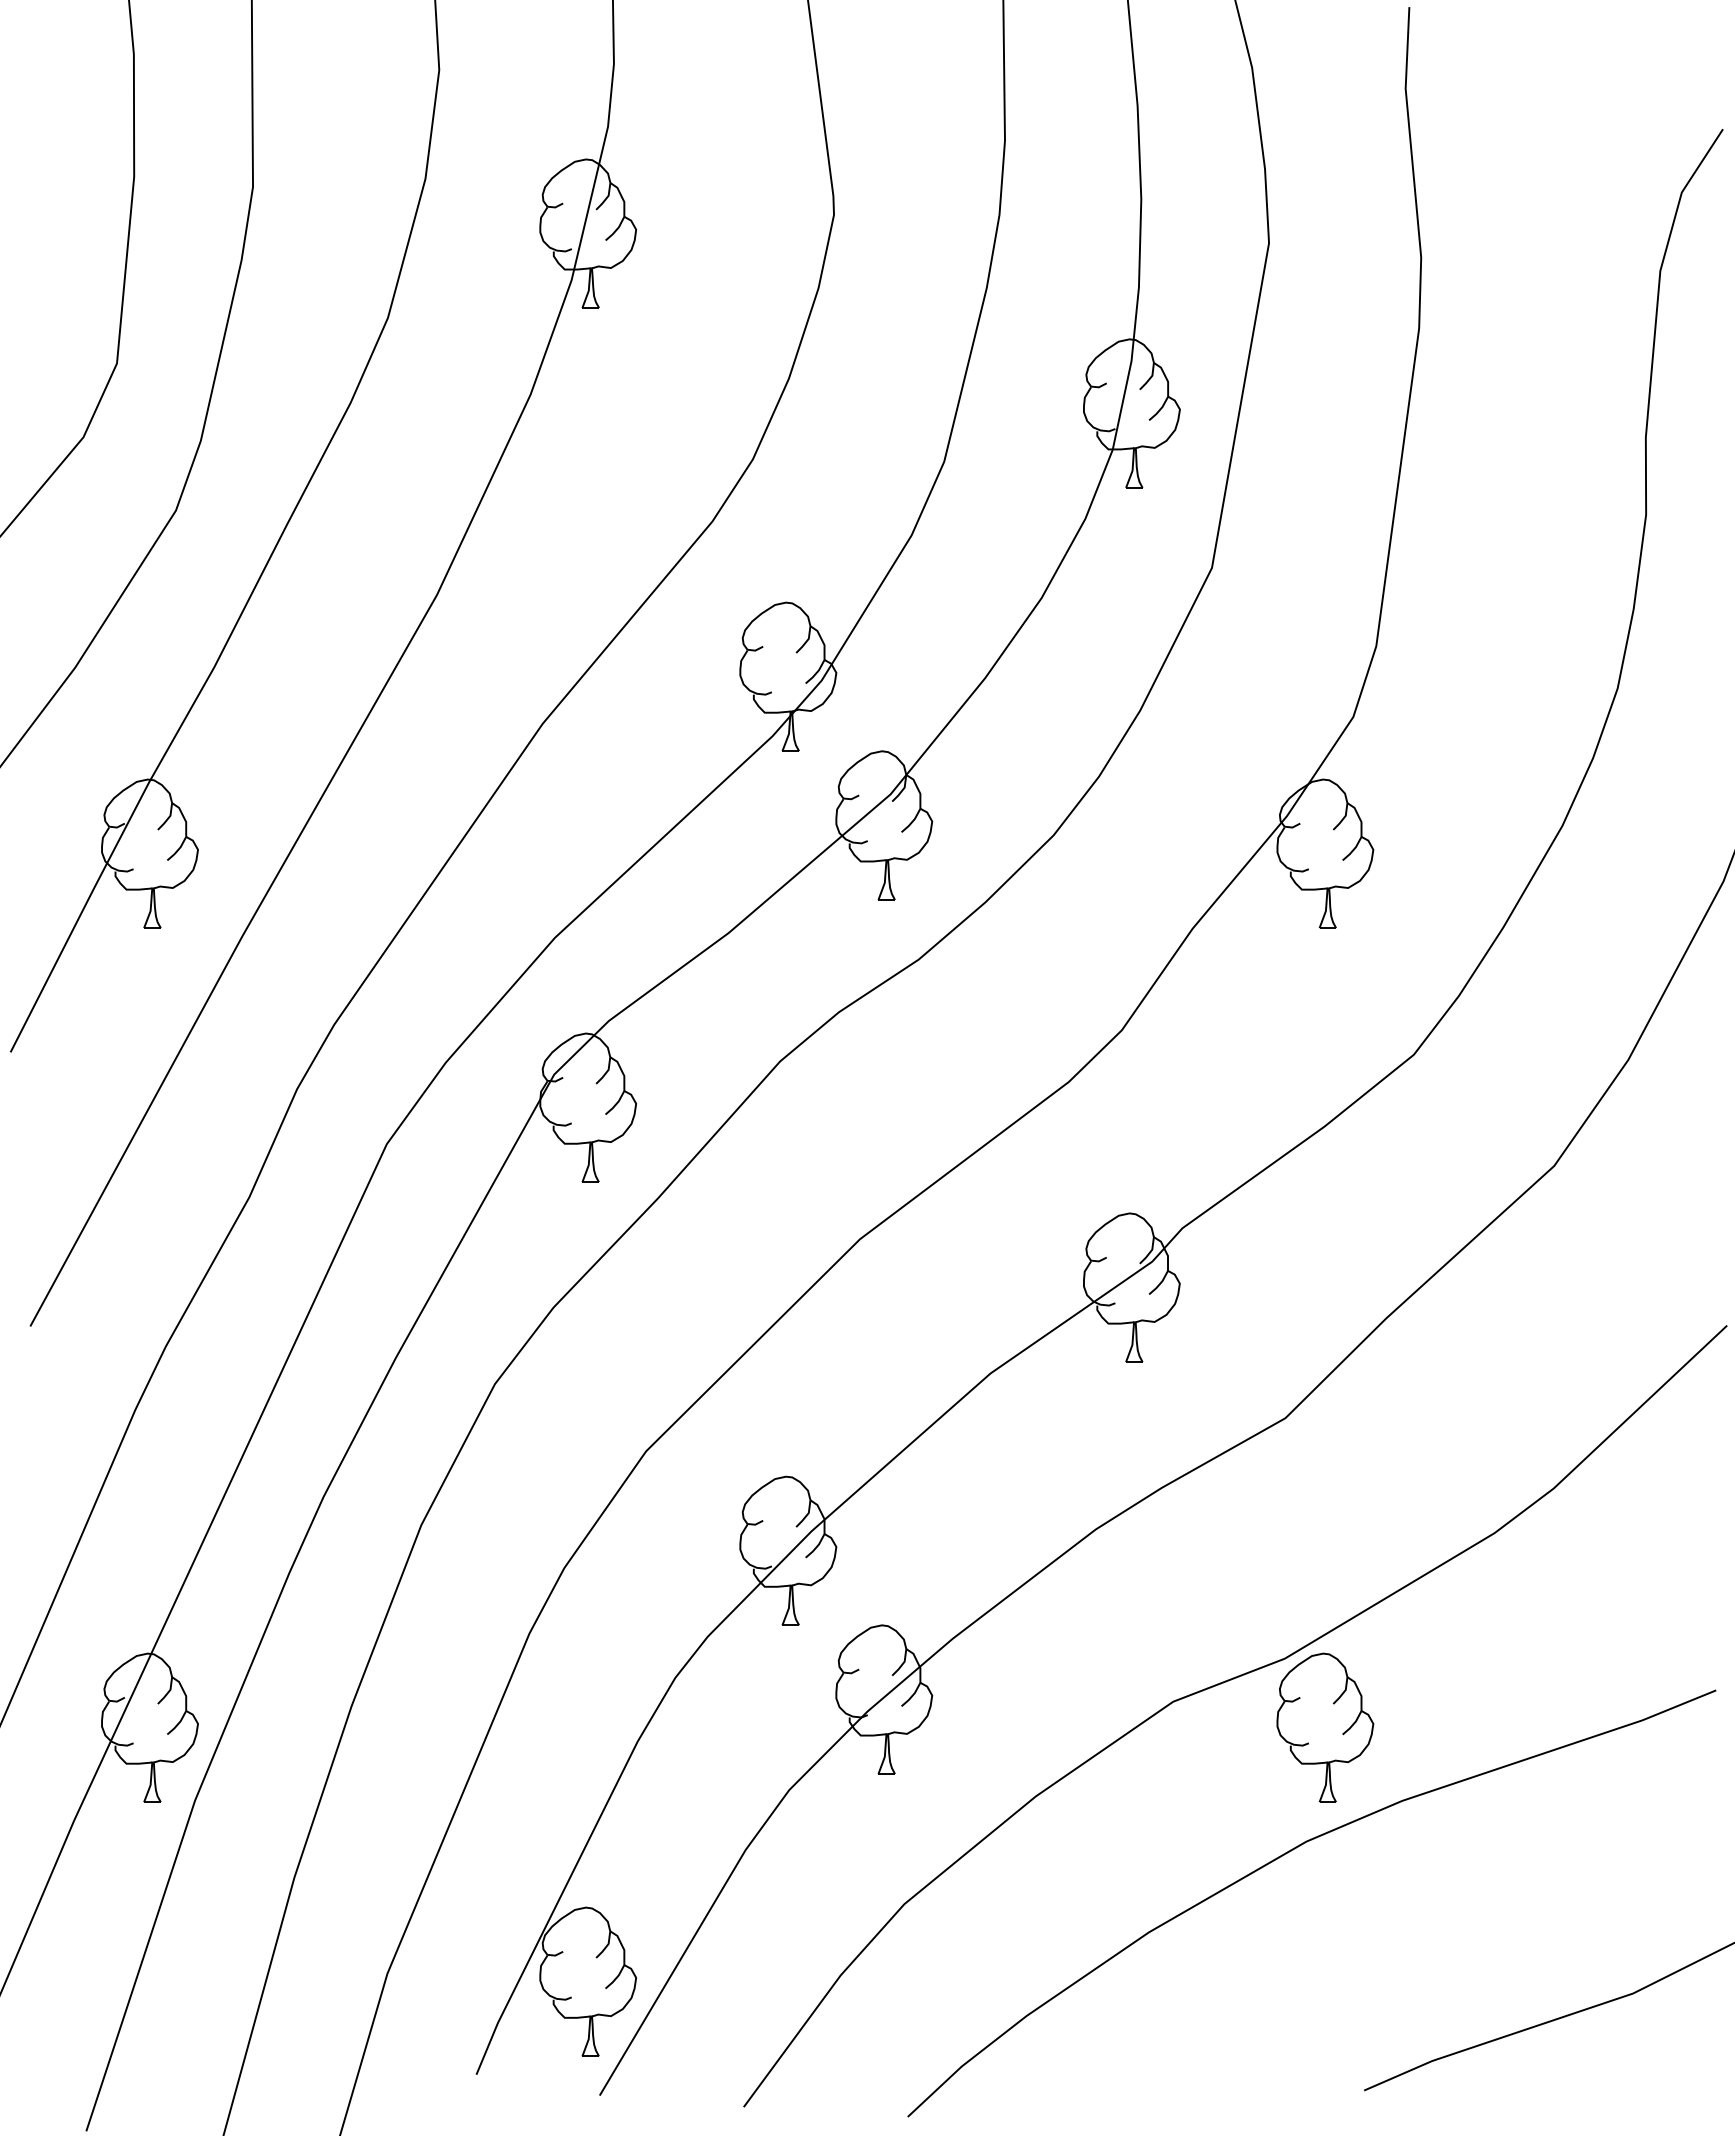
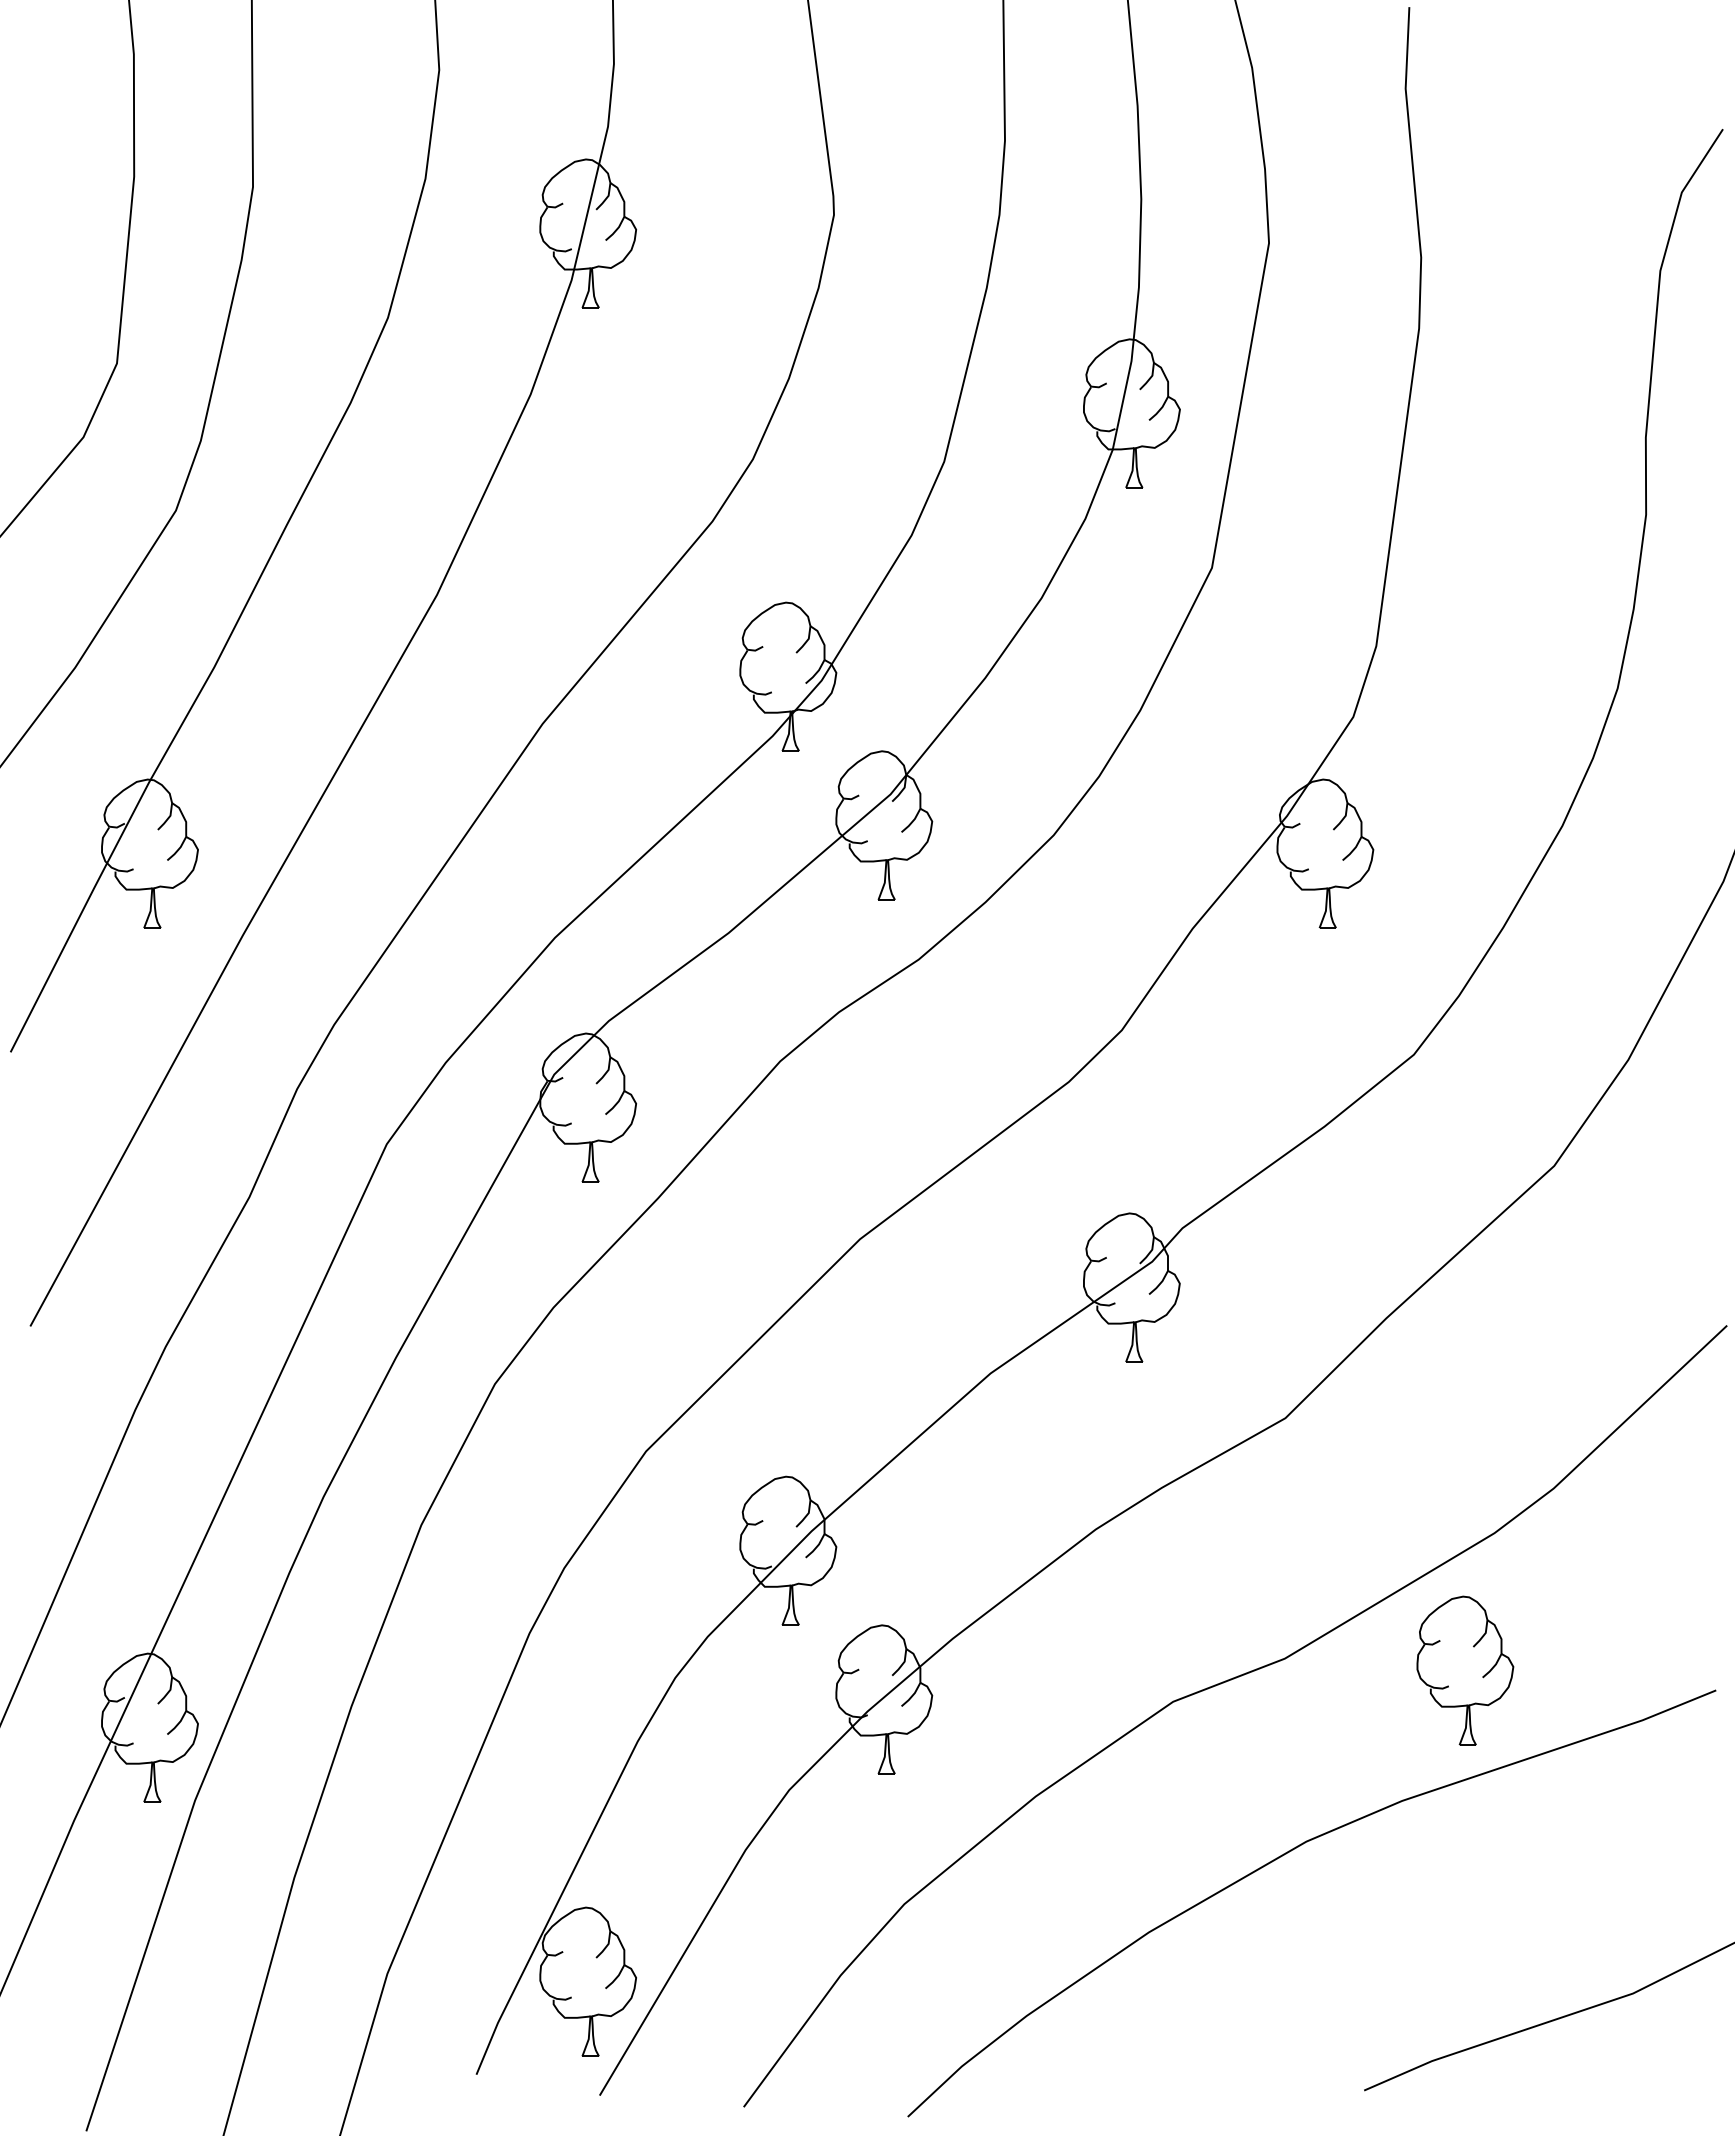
part at (1325, 1727) position: (1325, 1727) -> (1465, 1670)
